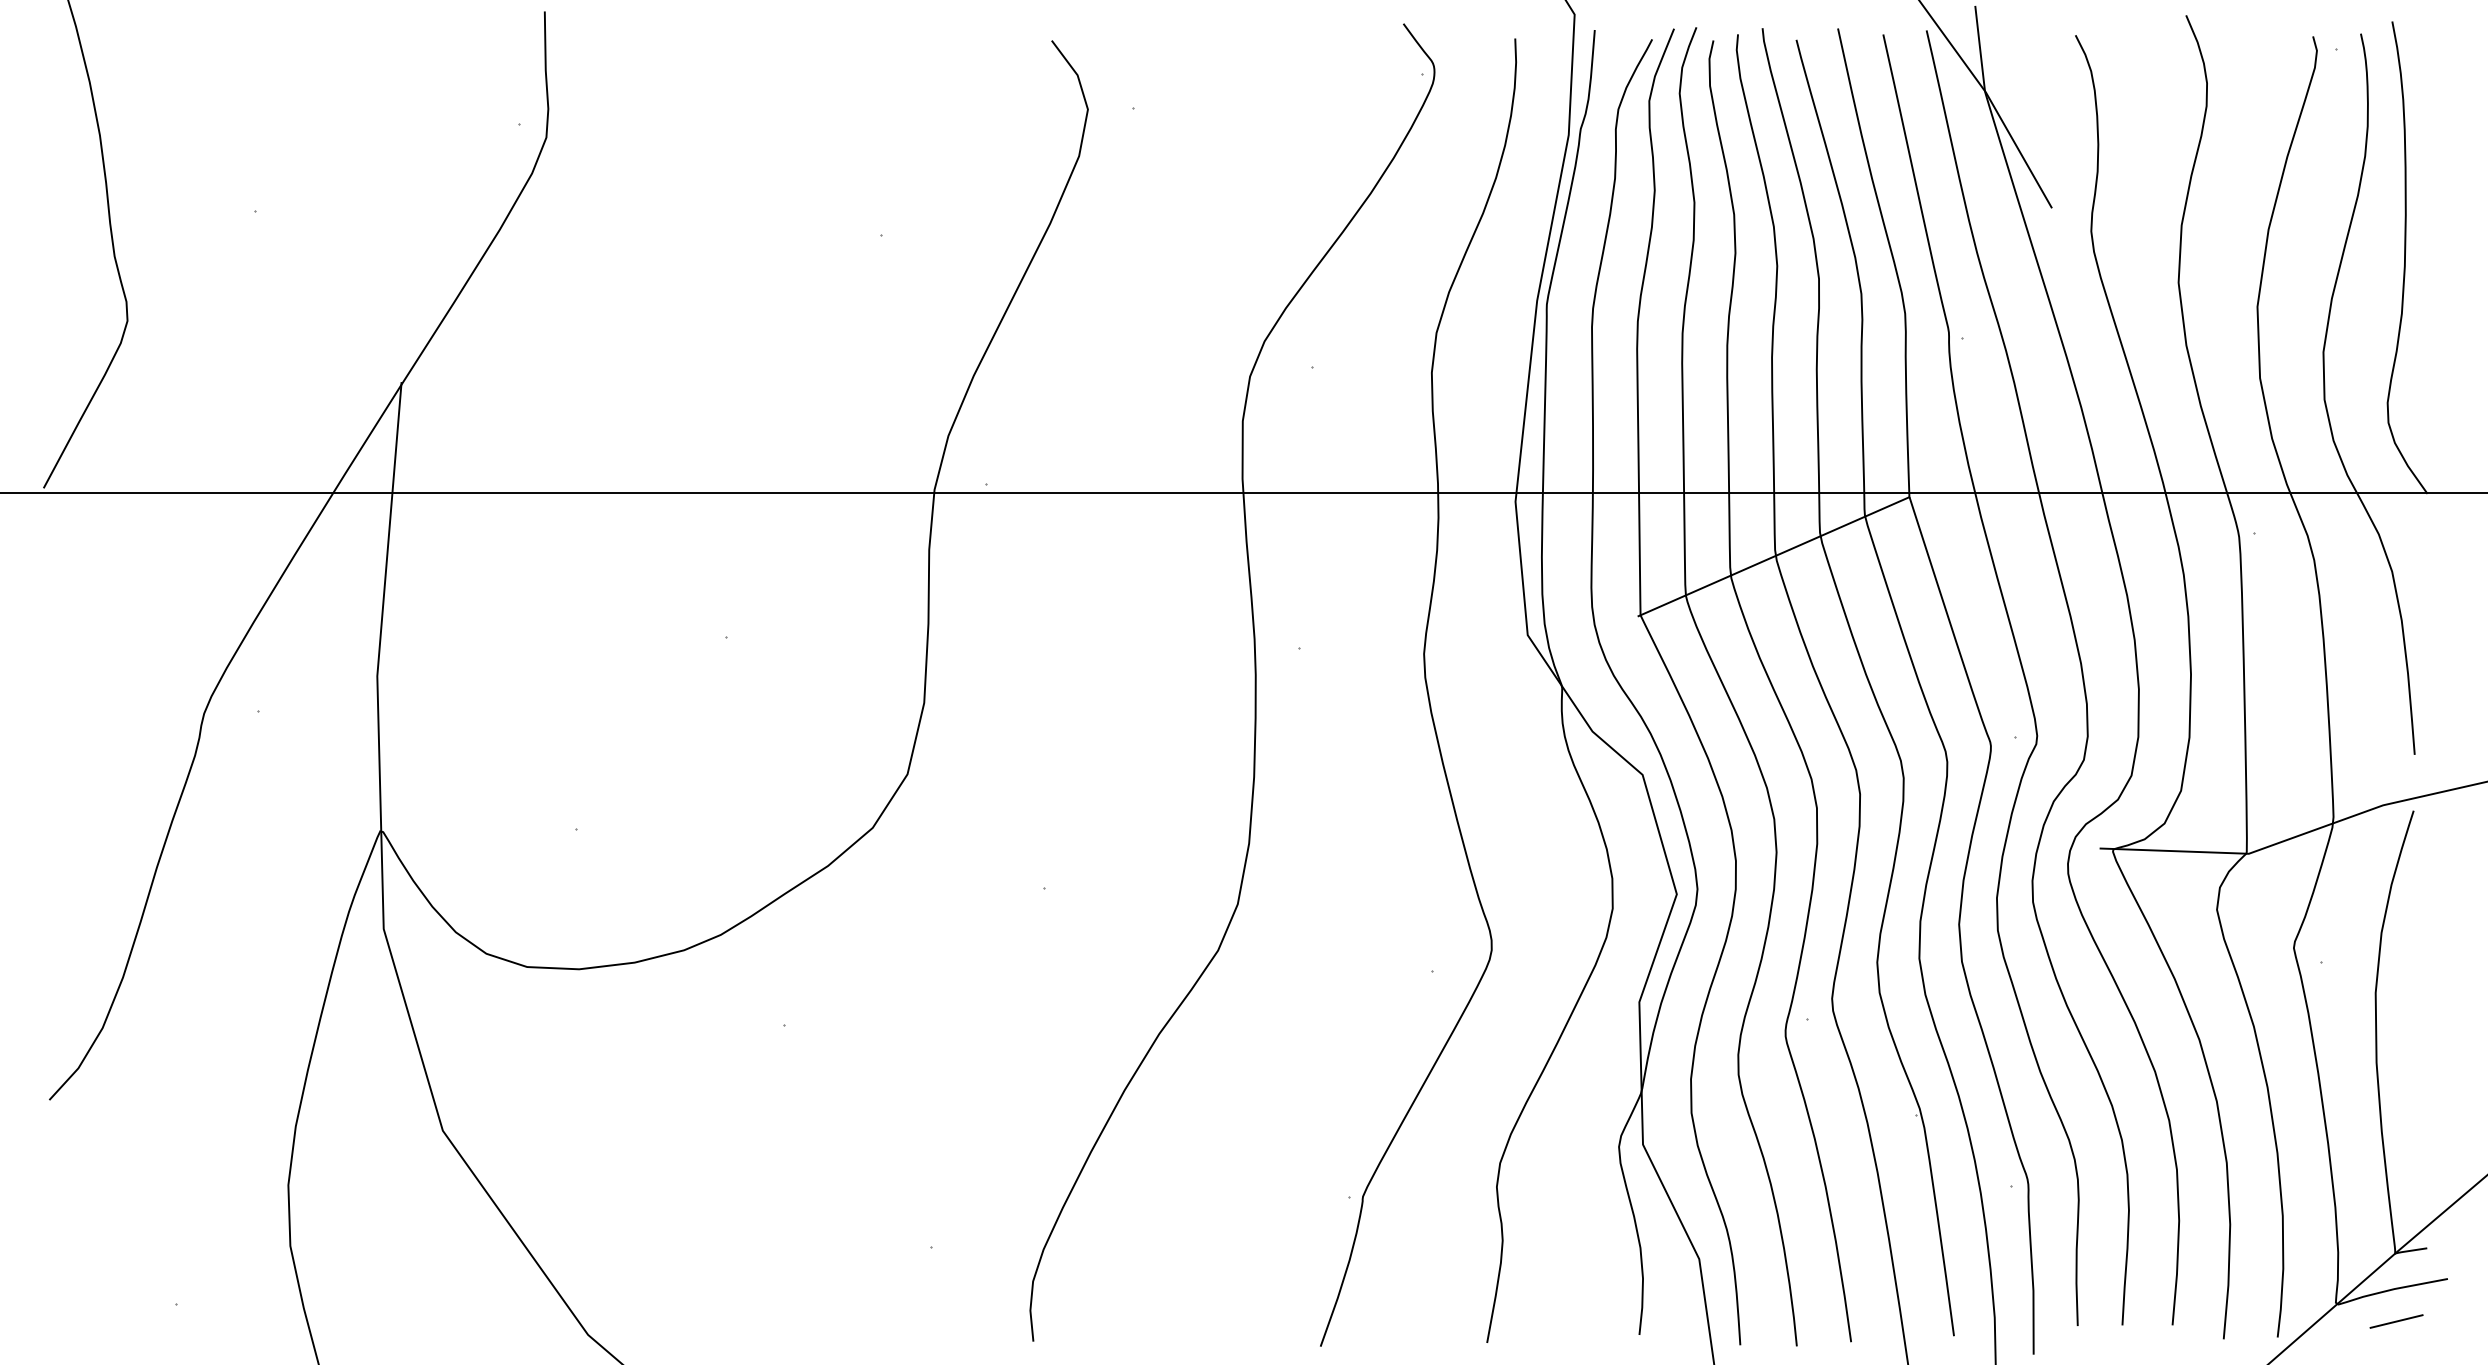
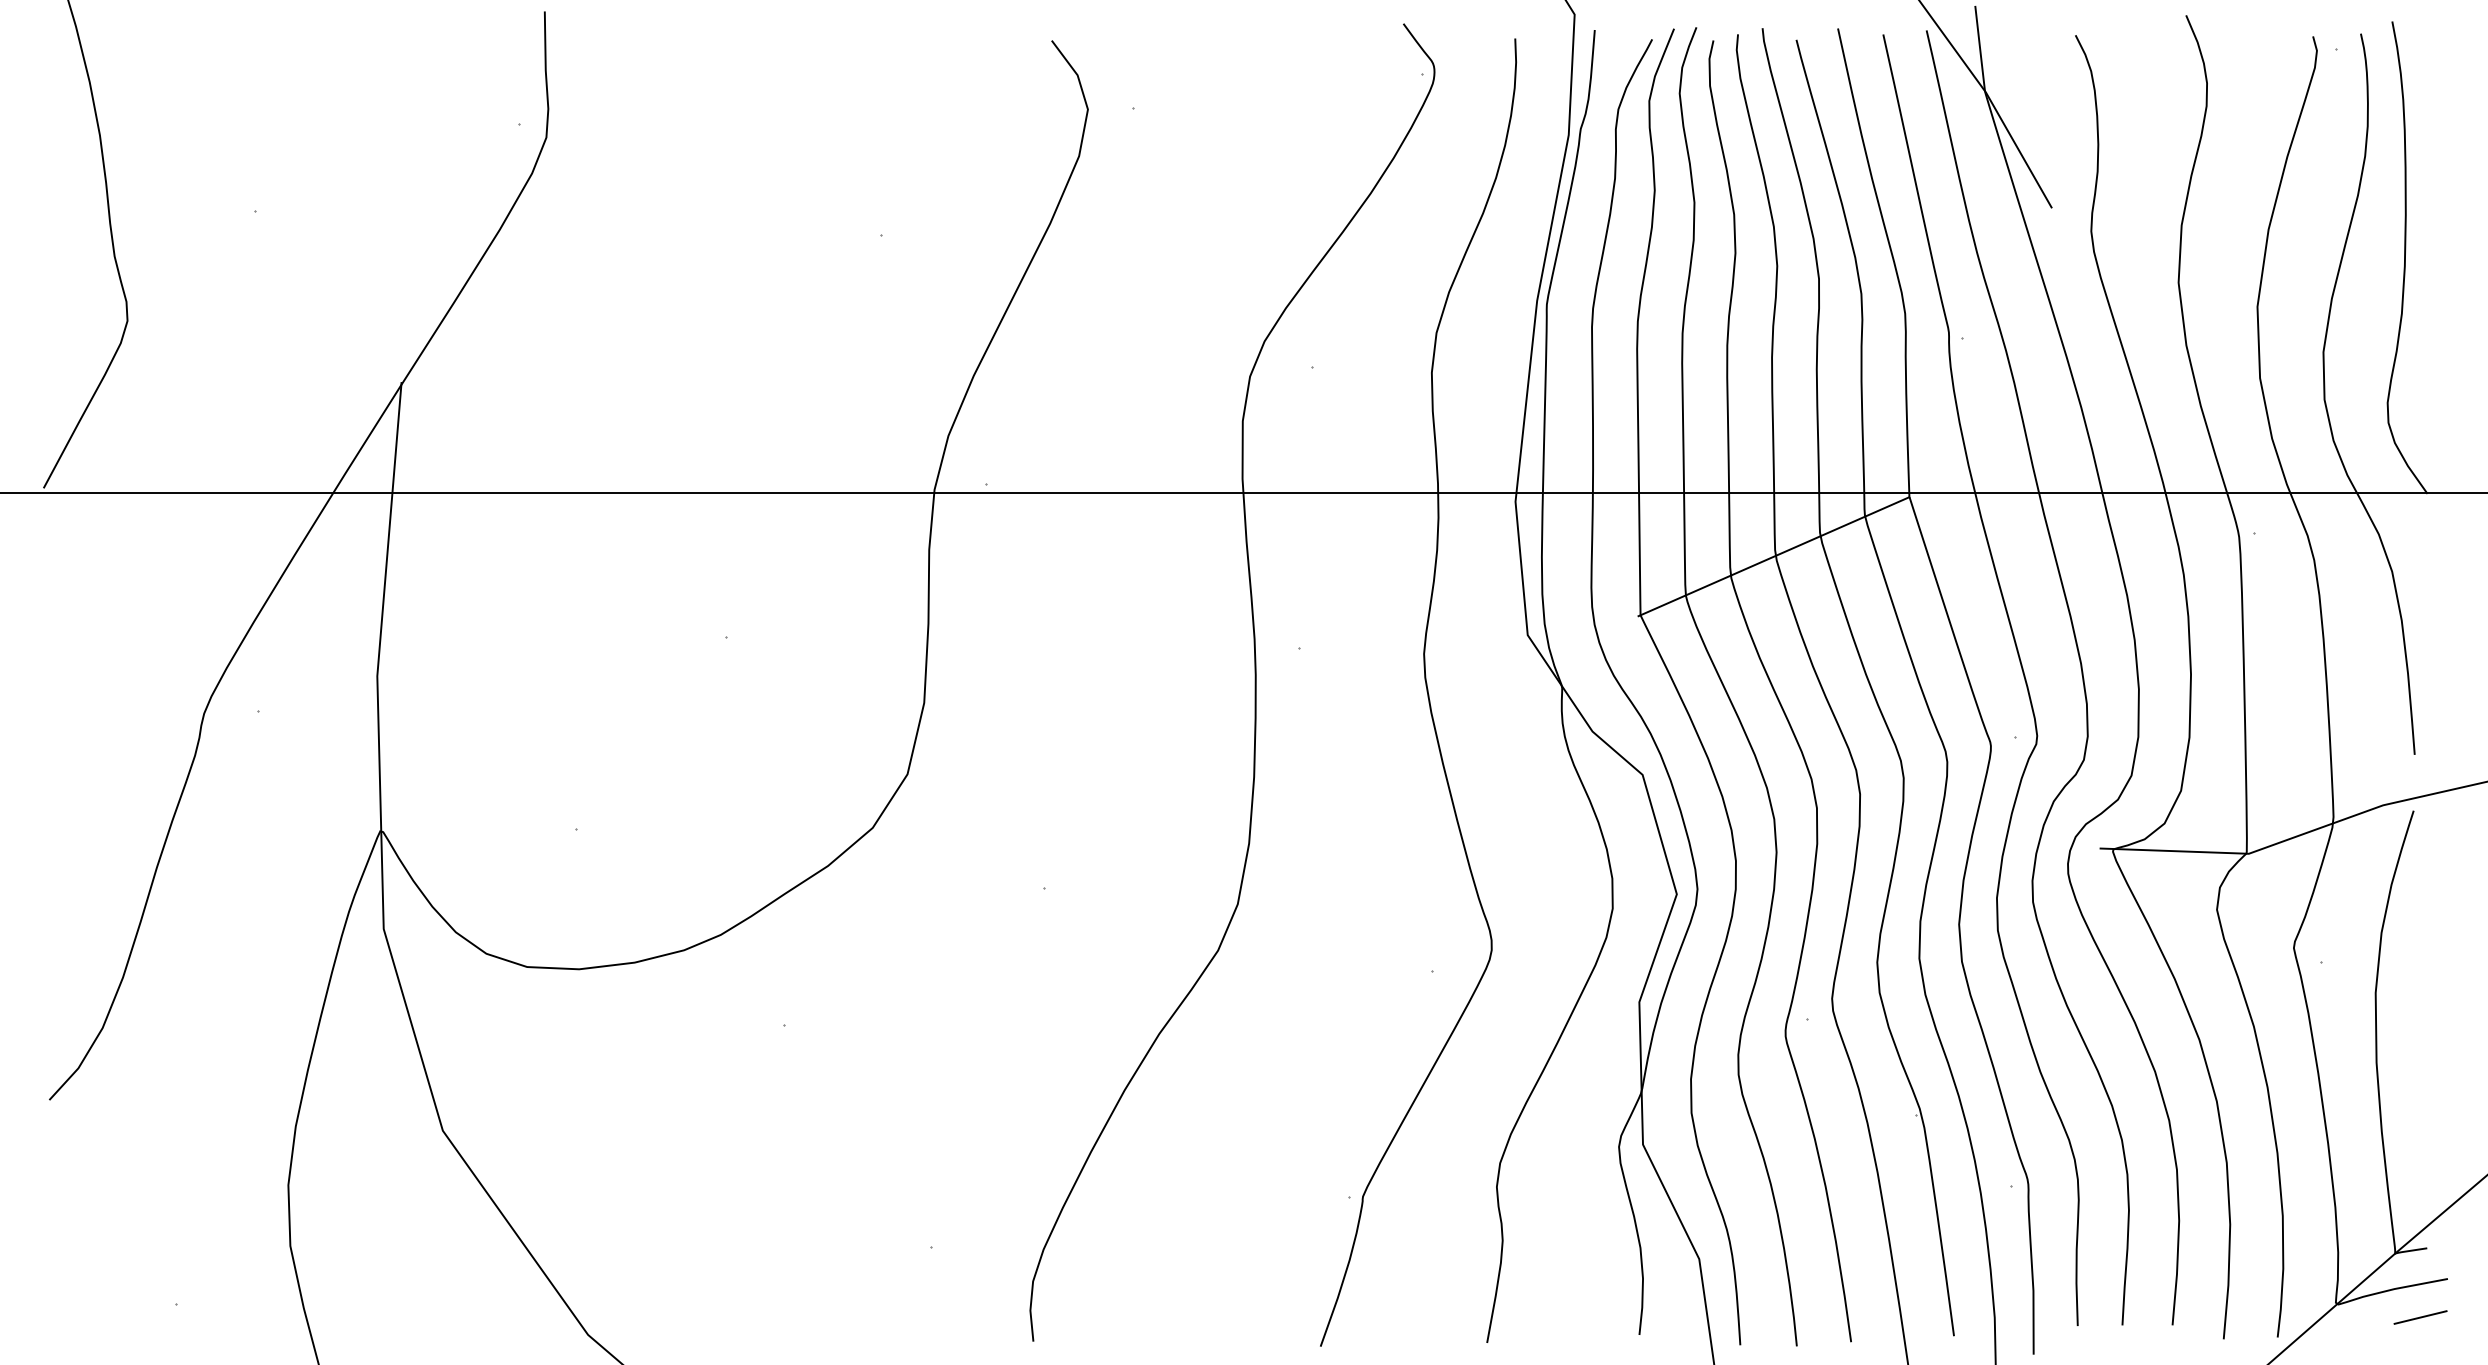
line at (2396, 1321) position: (2396, 1321) -> (2420, 1317)
